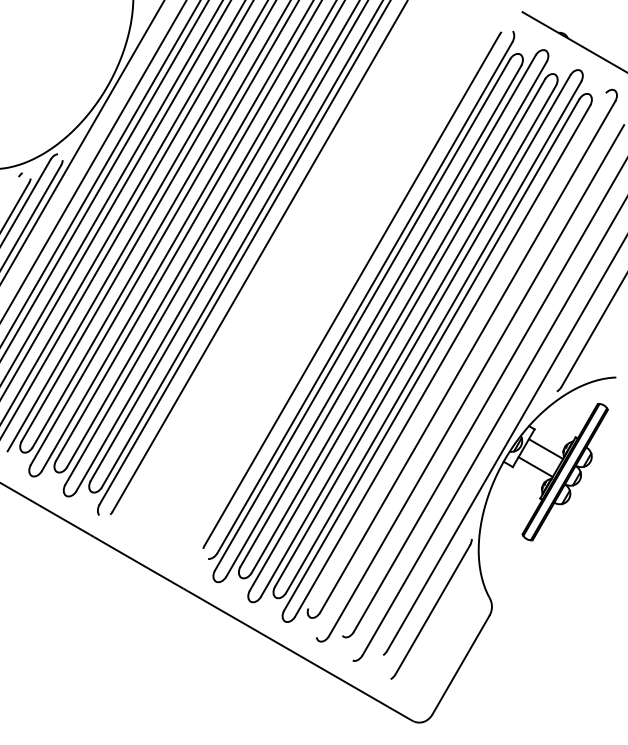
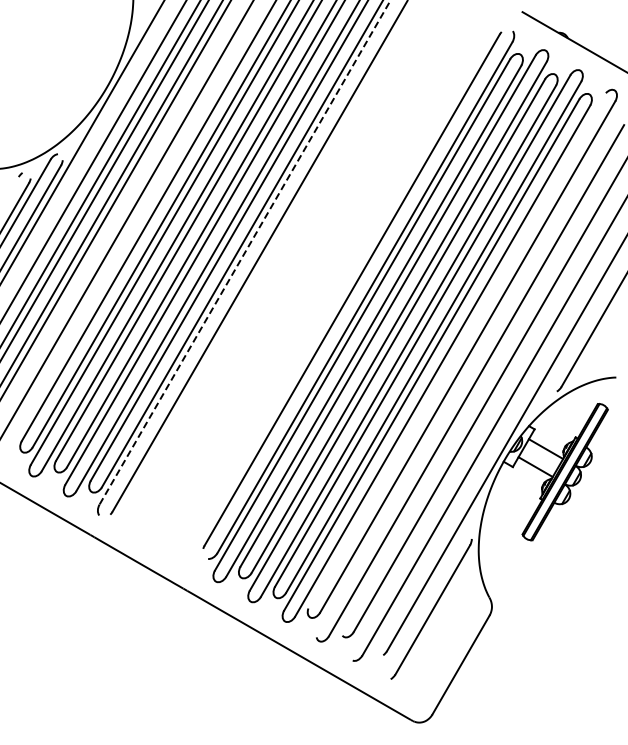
line at (123, 211): present -> none
line at (136, 226): present -> none
line at (244, 252): solid -> dashed
